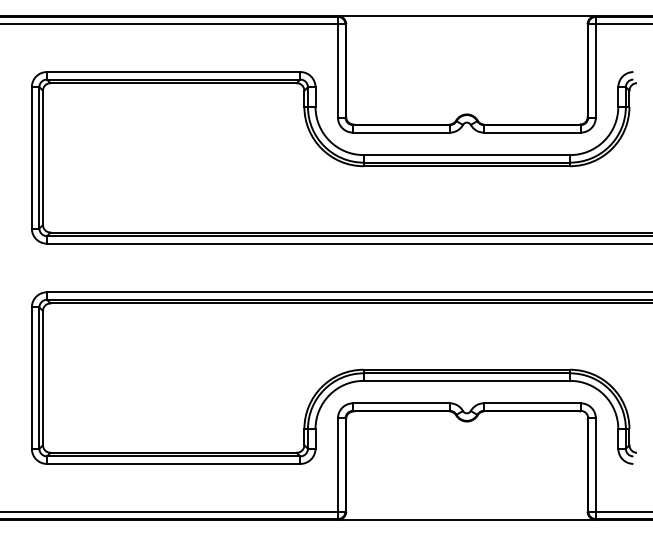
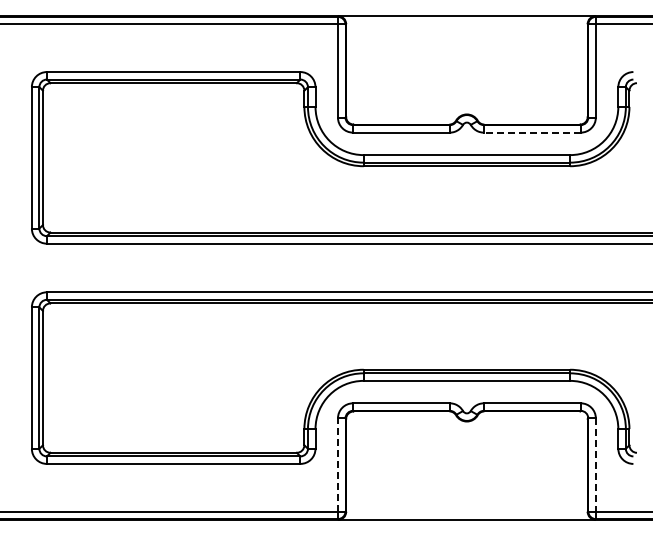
line at (531, 132): solid -> dashed
line at (337, 464): solid -> dashed
line at (595, 464): solid -> dashed
